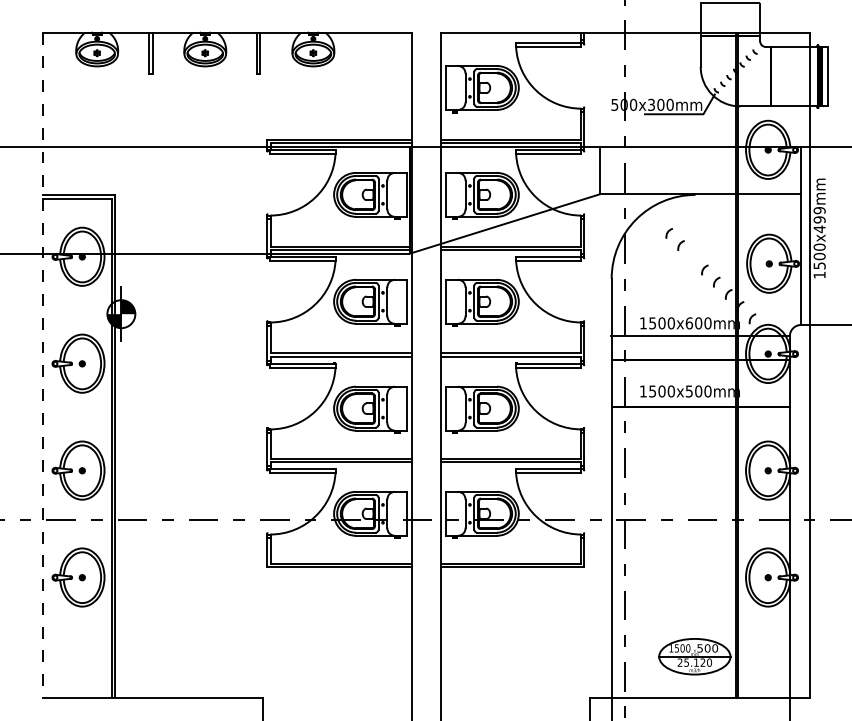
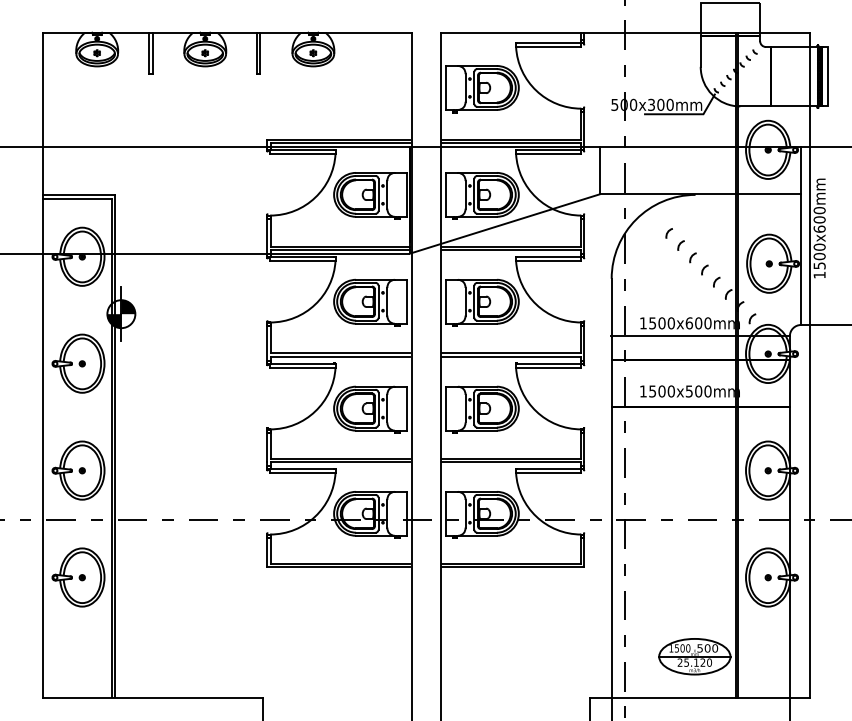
text at (819, 220): 1500x499mm -> 1500x600mm
arc at (692, 257): none -> present
line at (43, 365): dashed -> solid
